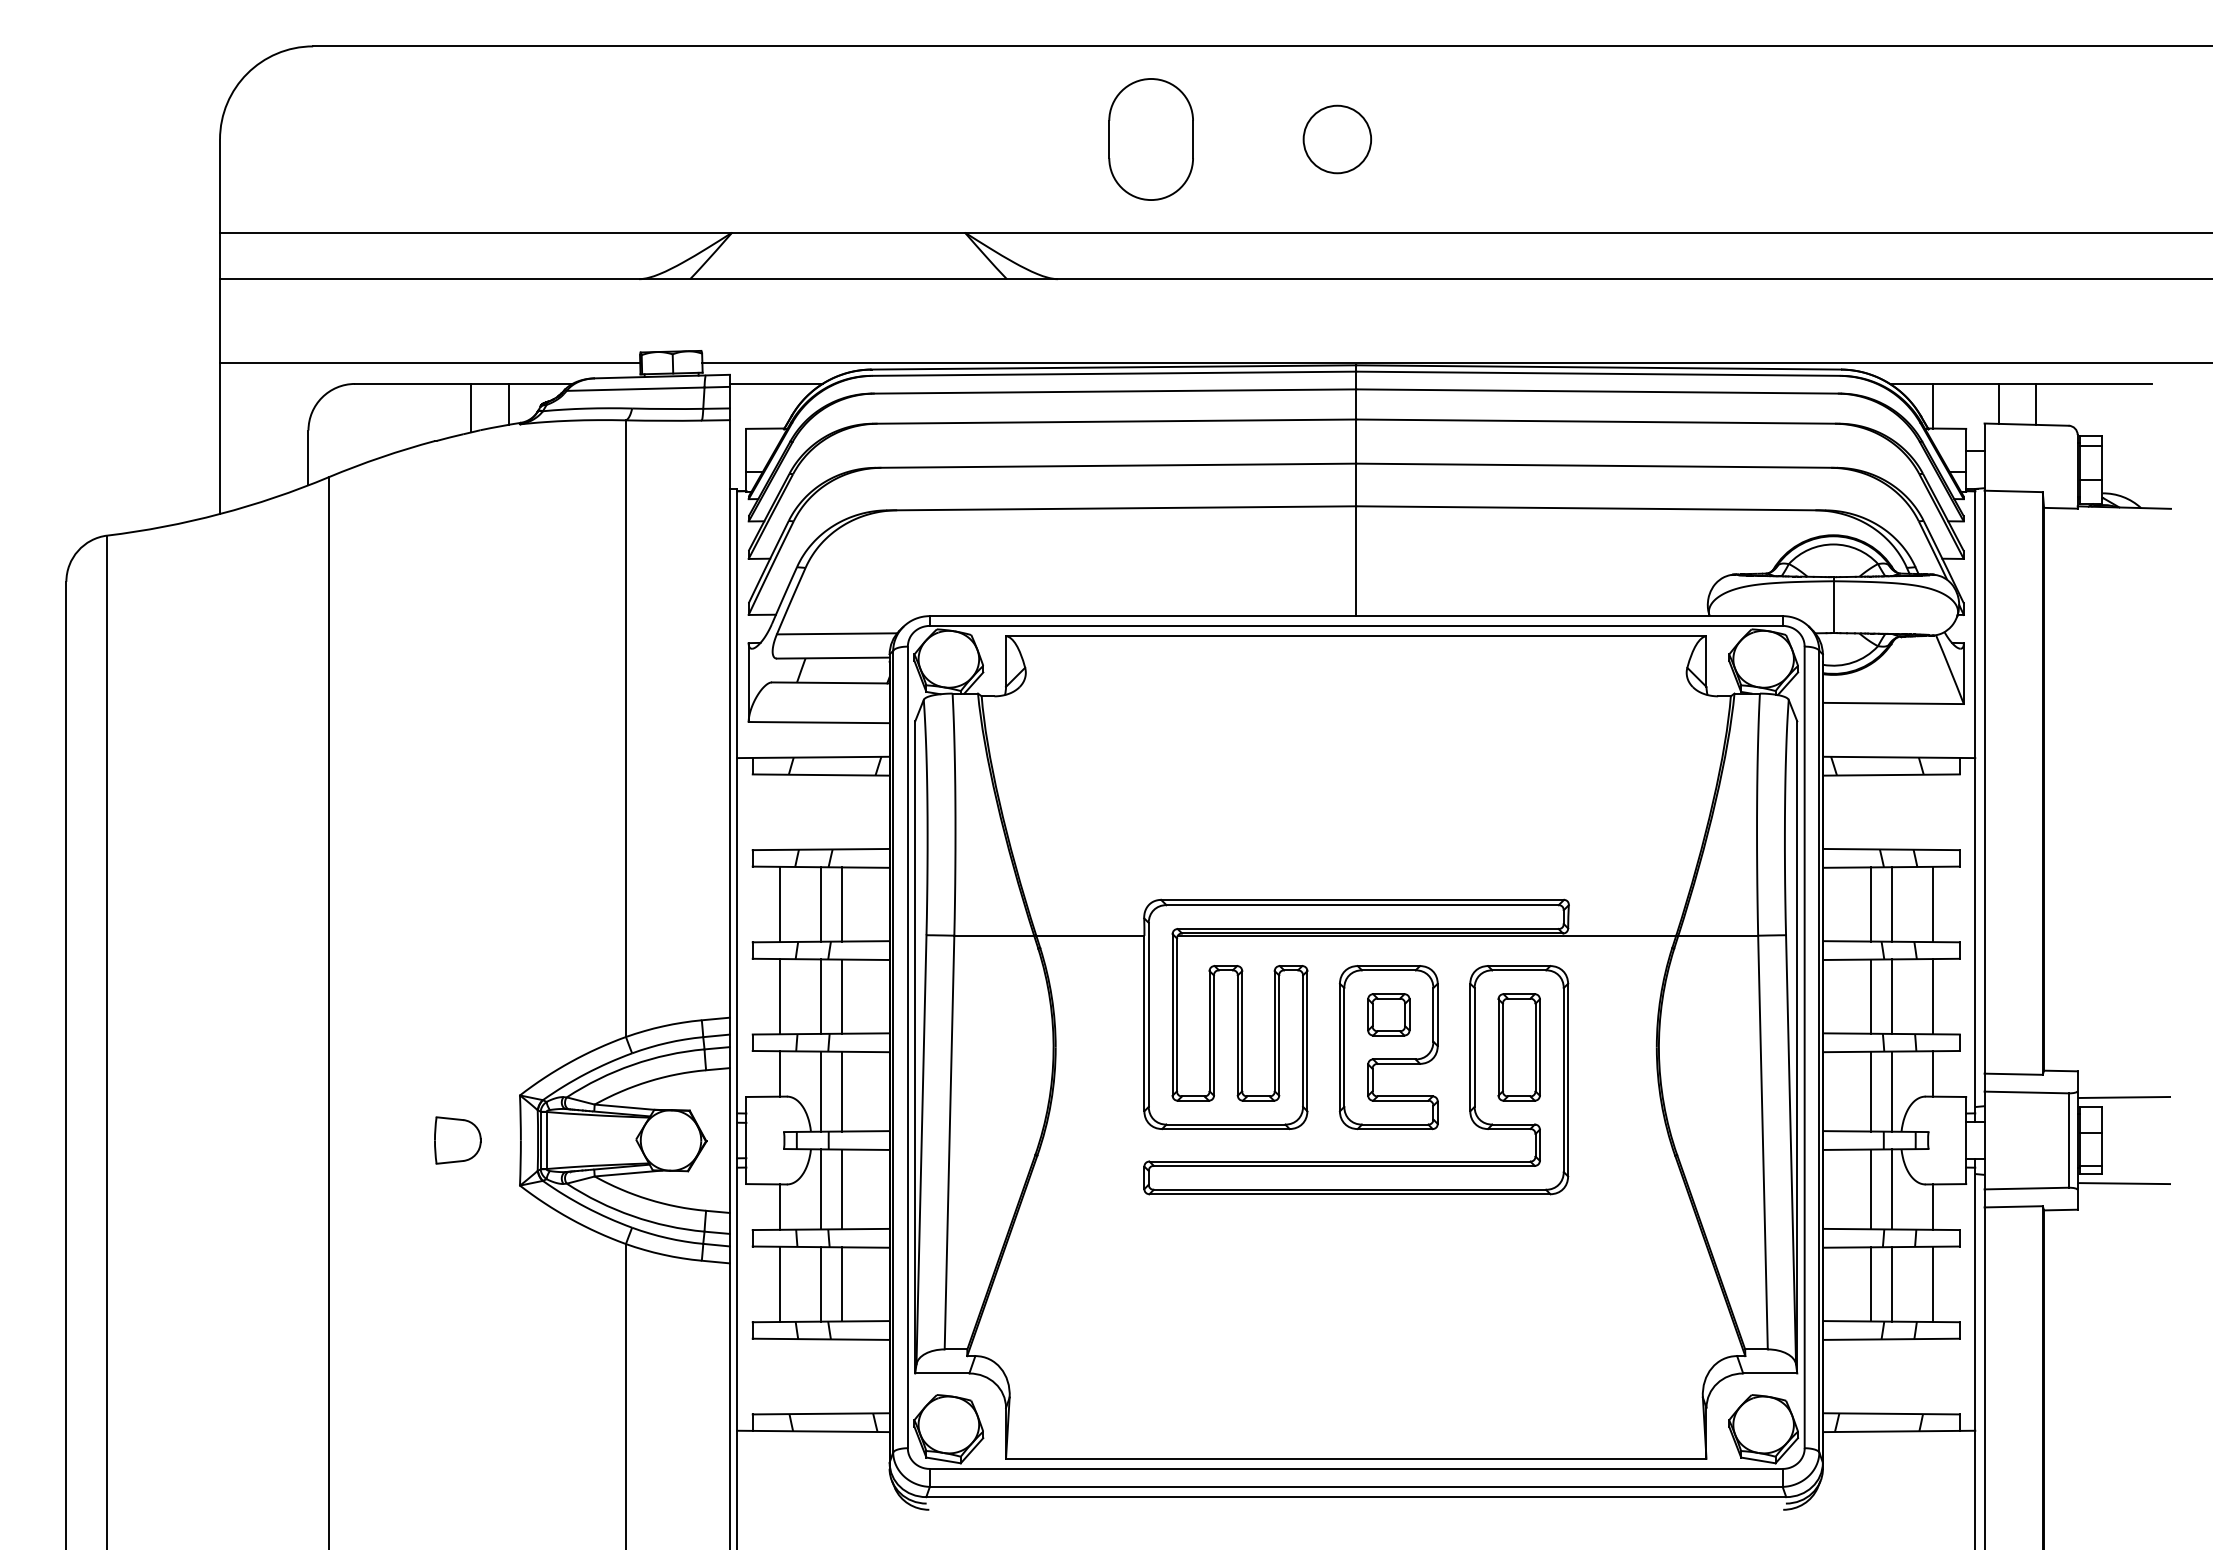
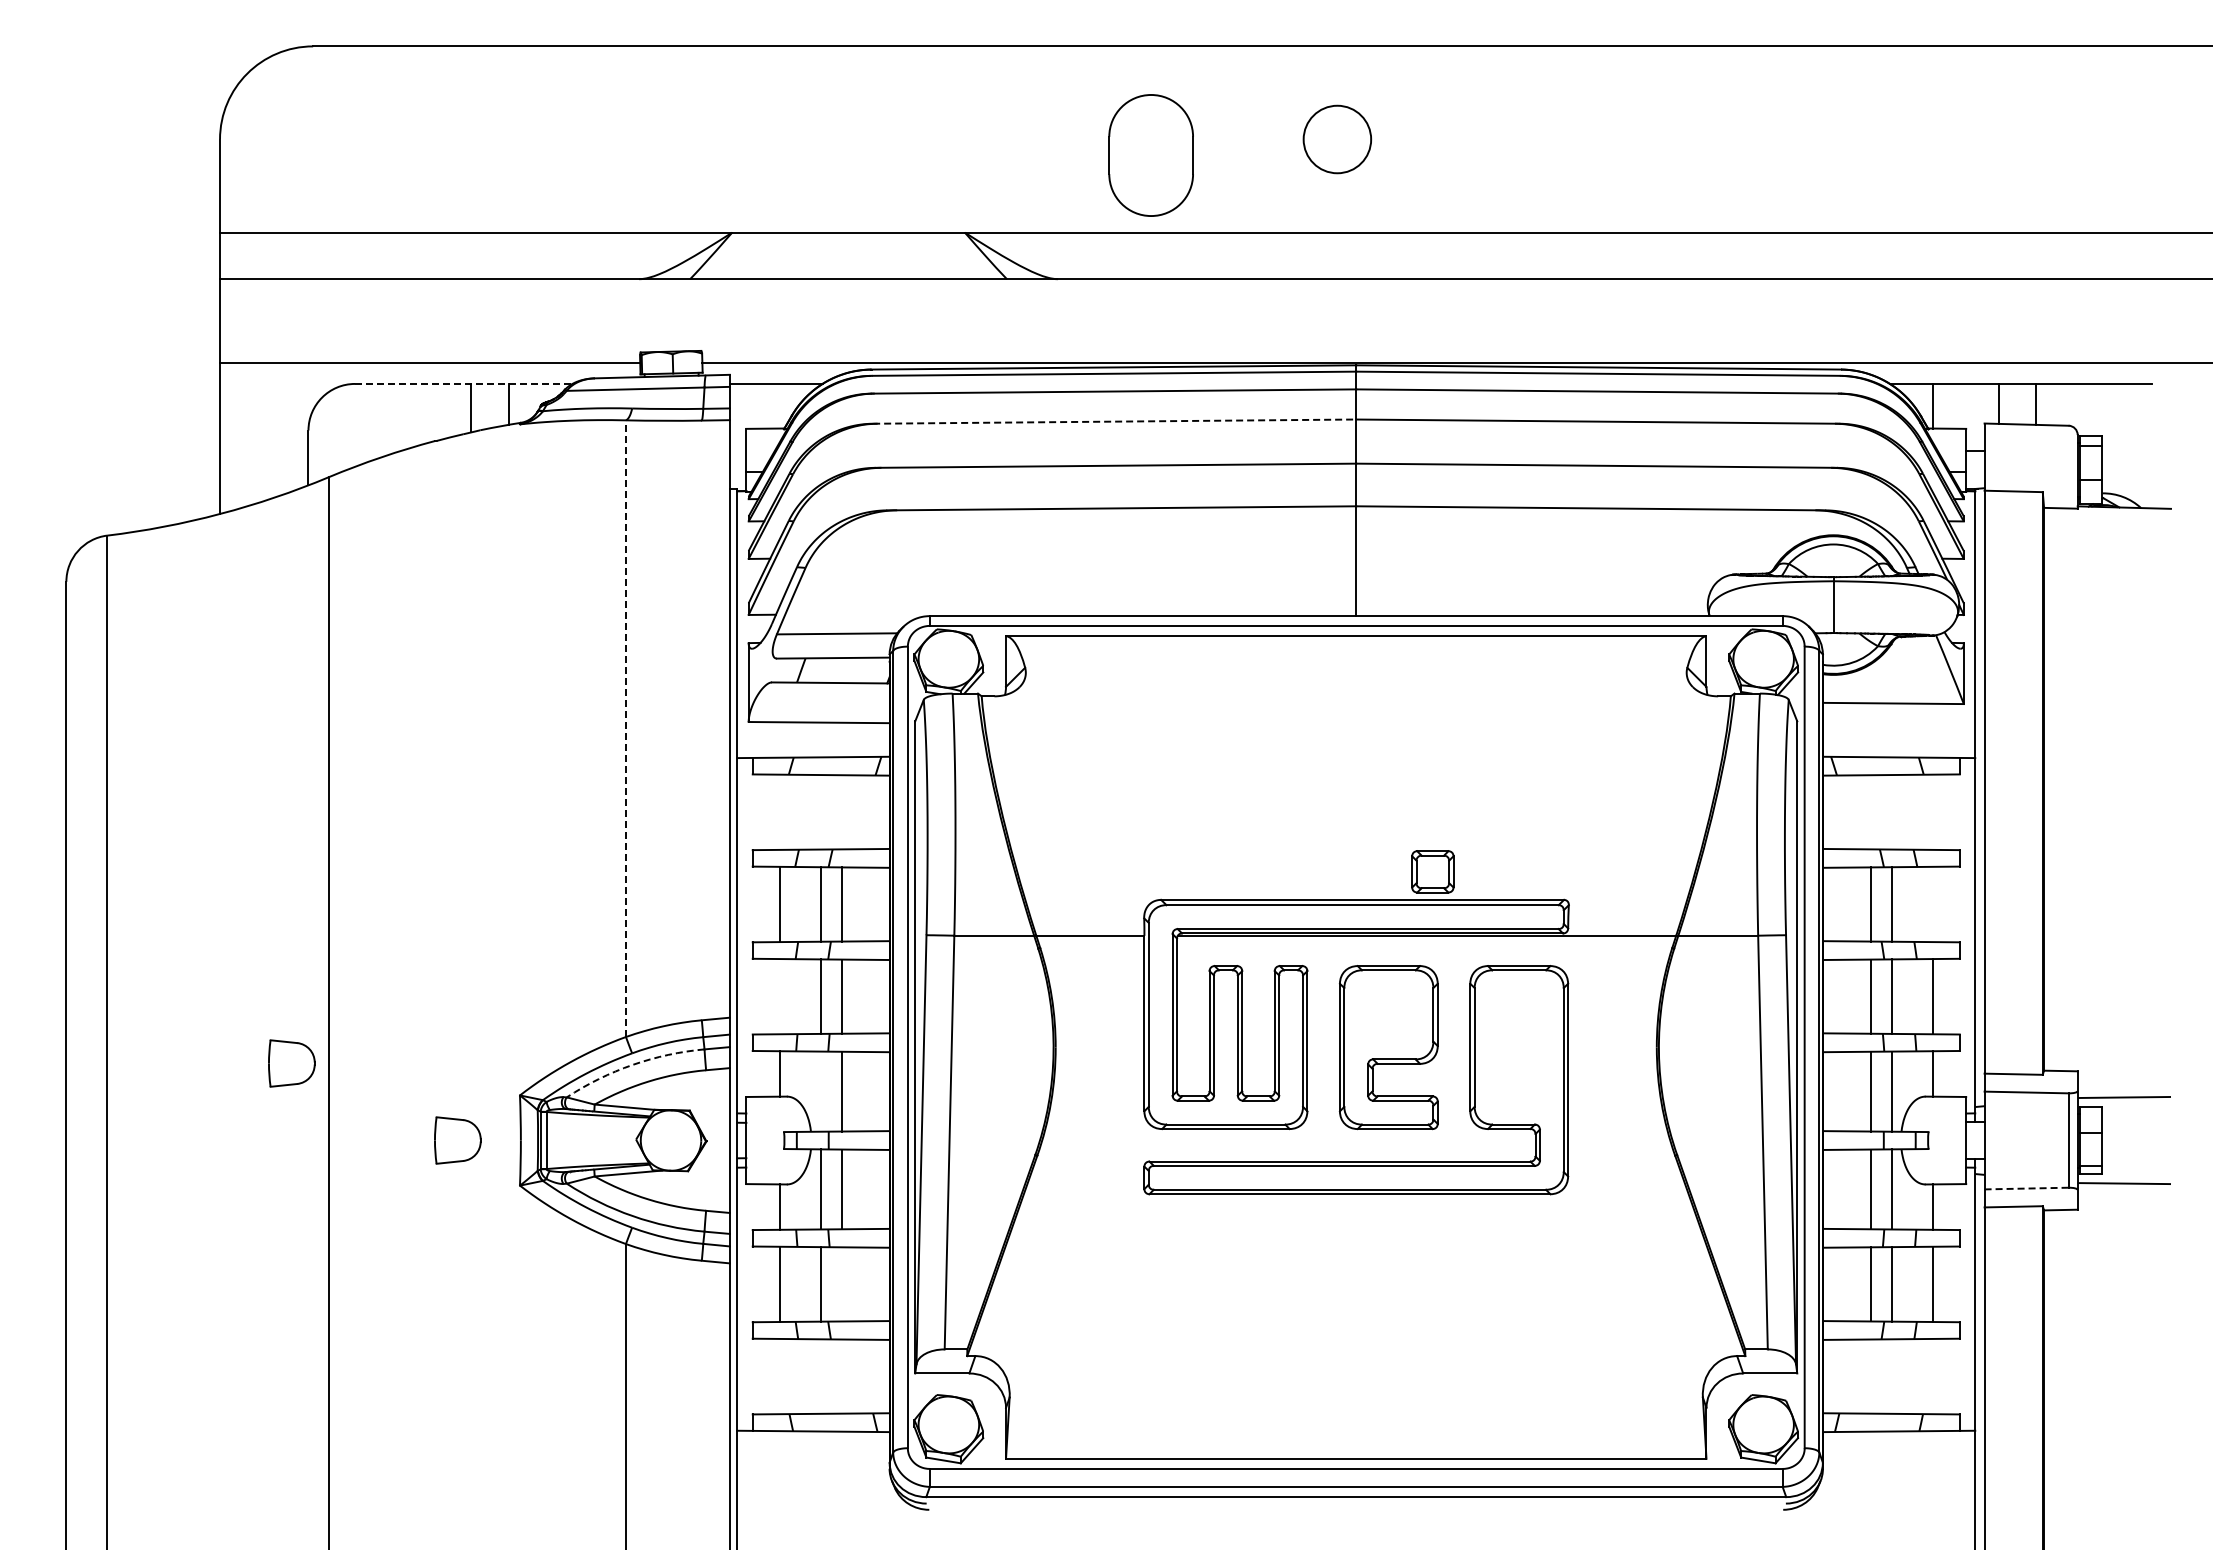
part at (1150, 139) position: (1150, 139) -> (1150, 155)
line at (463, 383): solid -> dashed
line at (1114, 421): solid -> dashed
line at (625, 728): solid -> dashed
line at (1932, 904): present -> none
line at (779, 996): present -> none
part at (1388, 1014) position: (1388, 1014) -> (1432, 871)
part at (1518, 1047): present -> none
part at (291, 1063): none -> present
arc at (632, 1064): solid -> dashed
line at (820, 1091): present -> none
line at (2027, 1188): solid -> dashed
line at (841, 1284): present -> none
